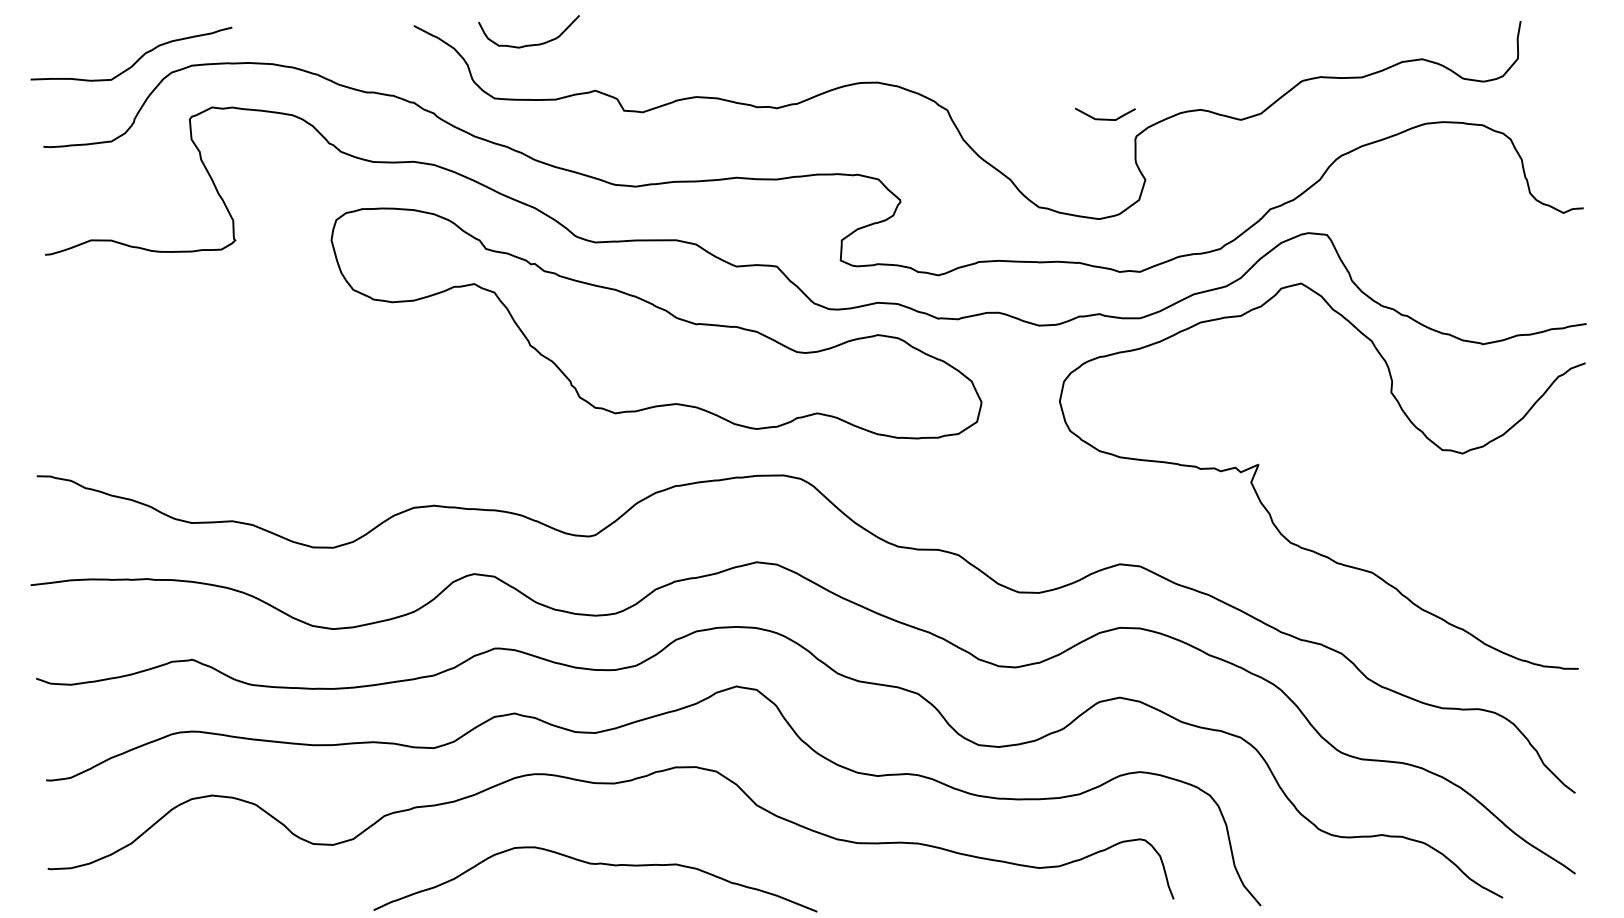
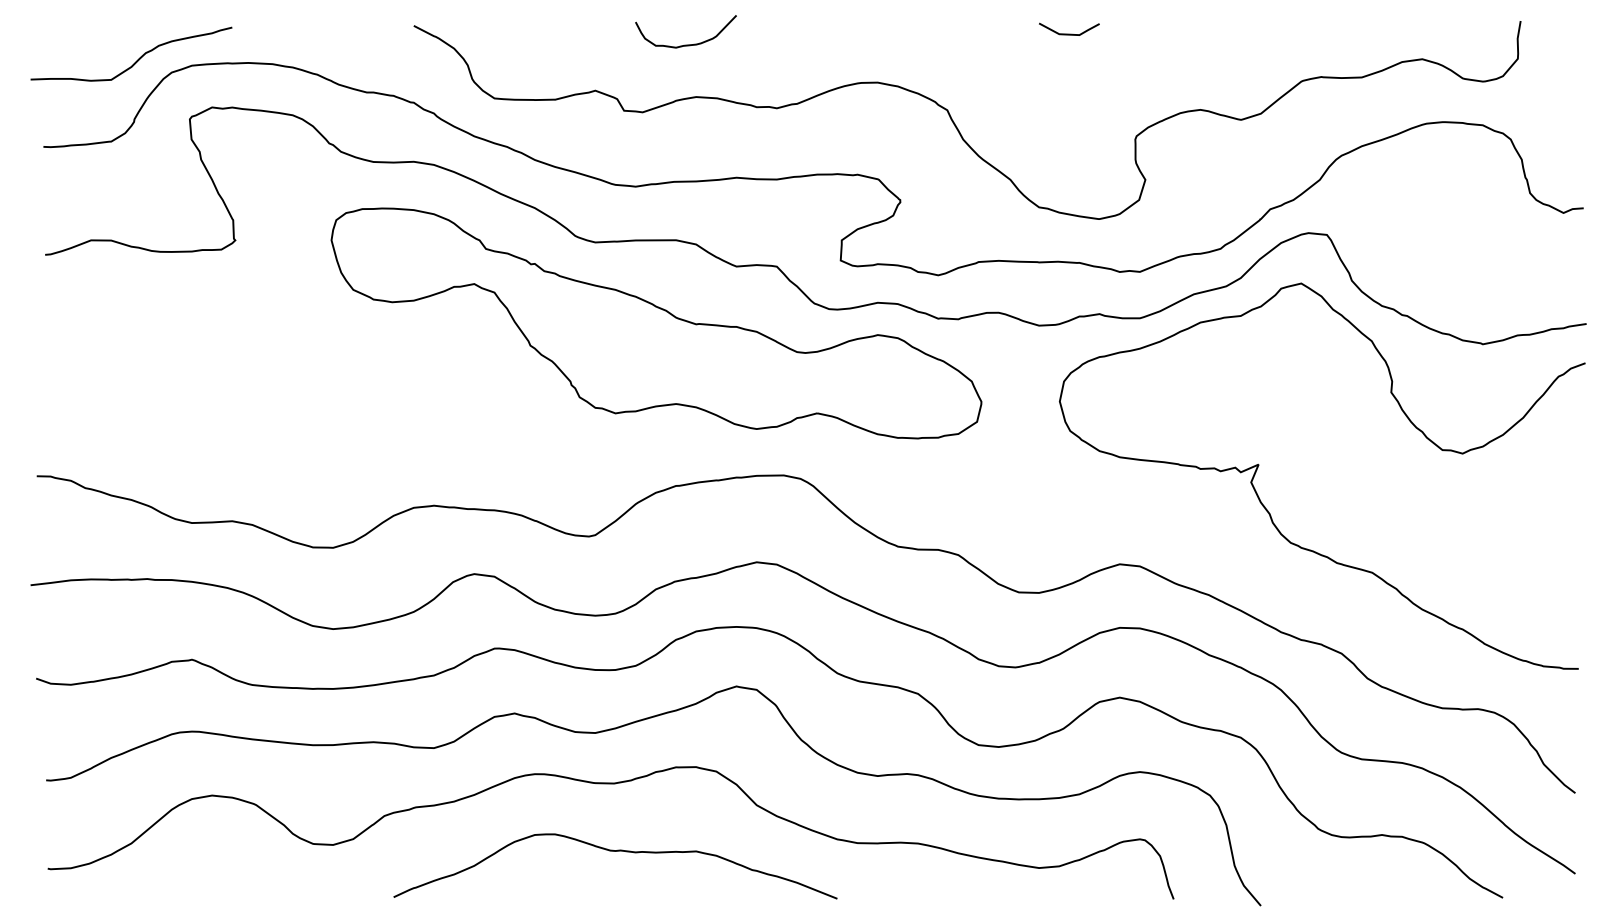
curve at (528, 44) position: (528, 44) -> (685, 44)
line at (1105, 118) position: (1105, 118) -> (1069, 33)
curve at (595, 864) position: (595, 864) -> (615, 851)
